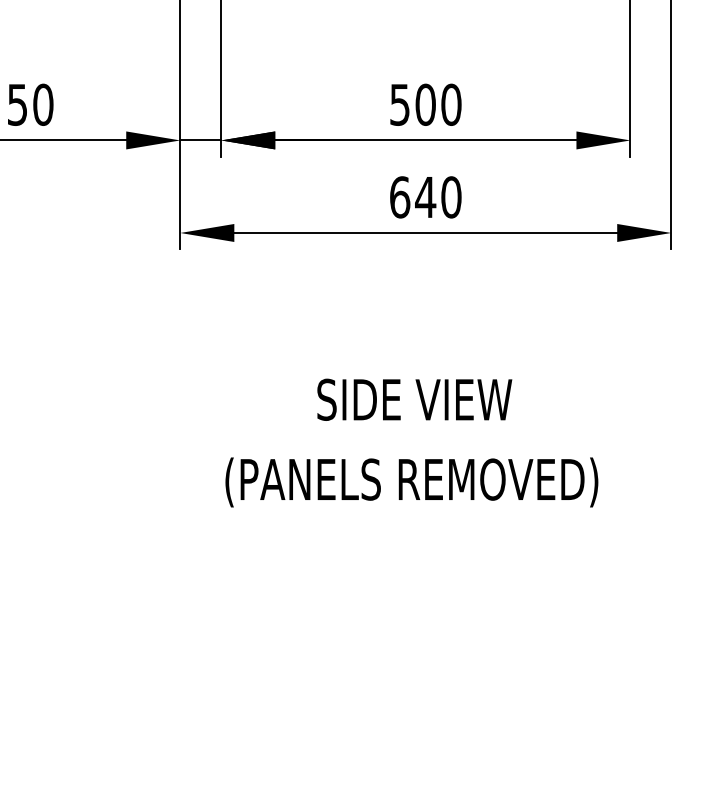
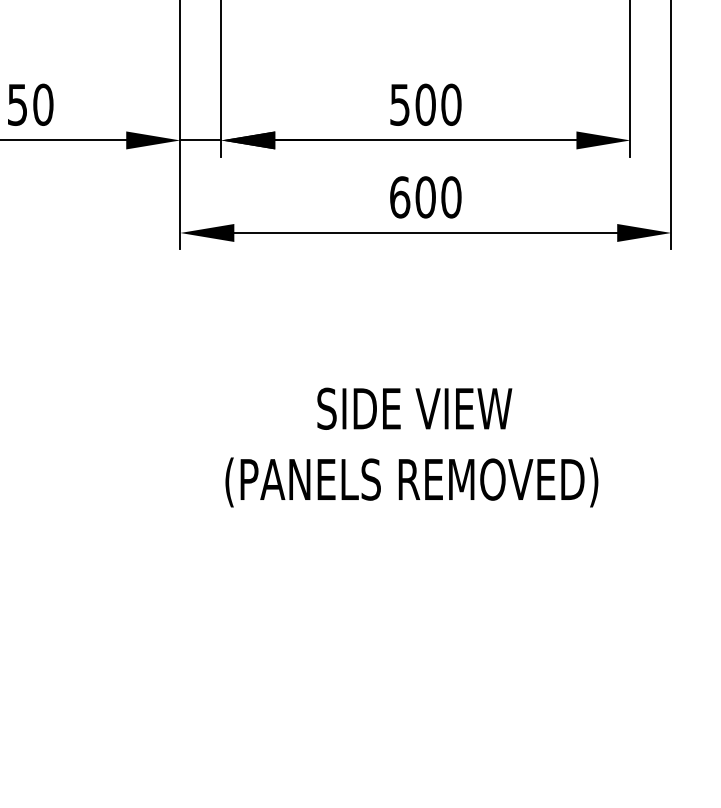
text at (425, 197): 640 -> 600
text at (414, 399) position: (414, 399) -> (414, 408)
